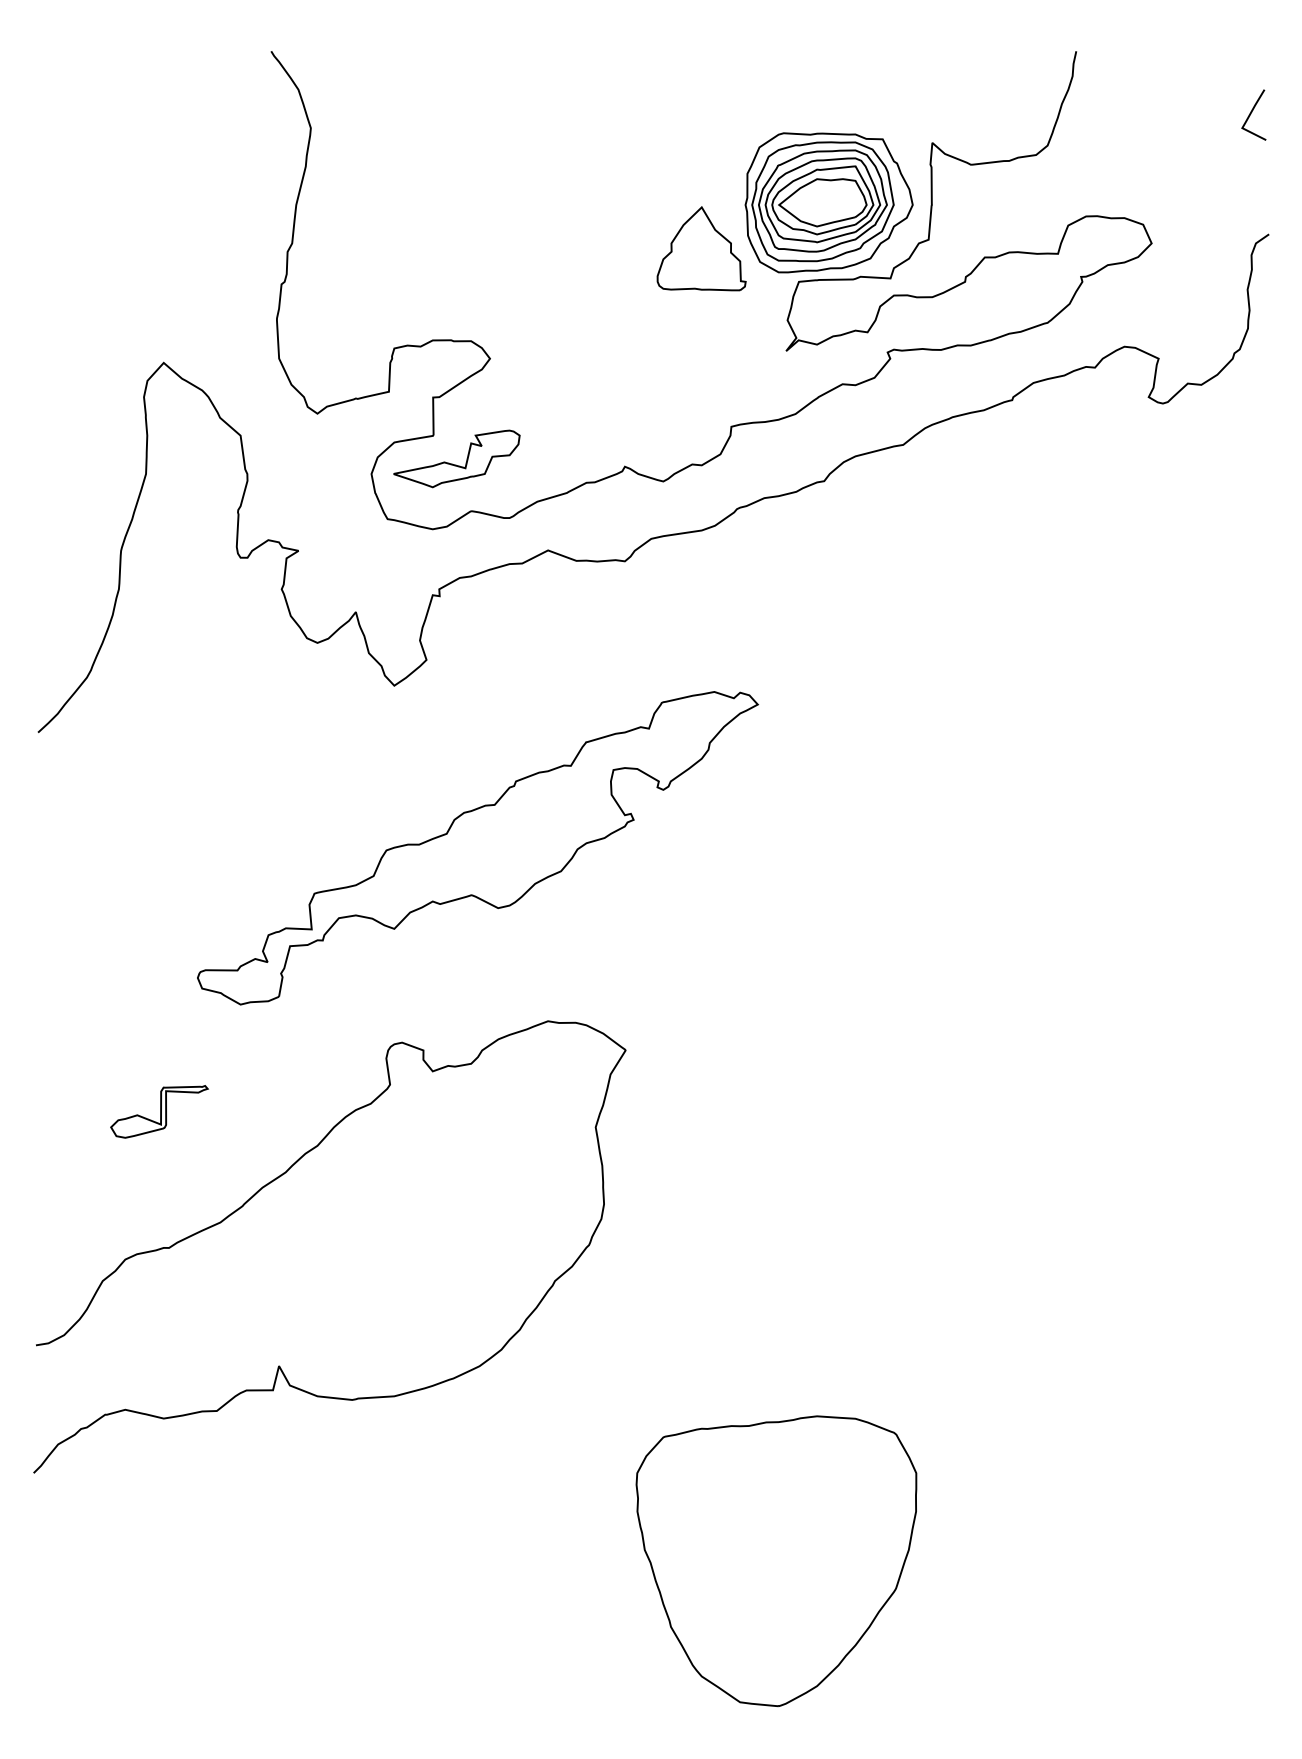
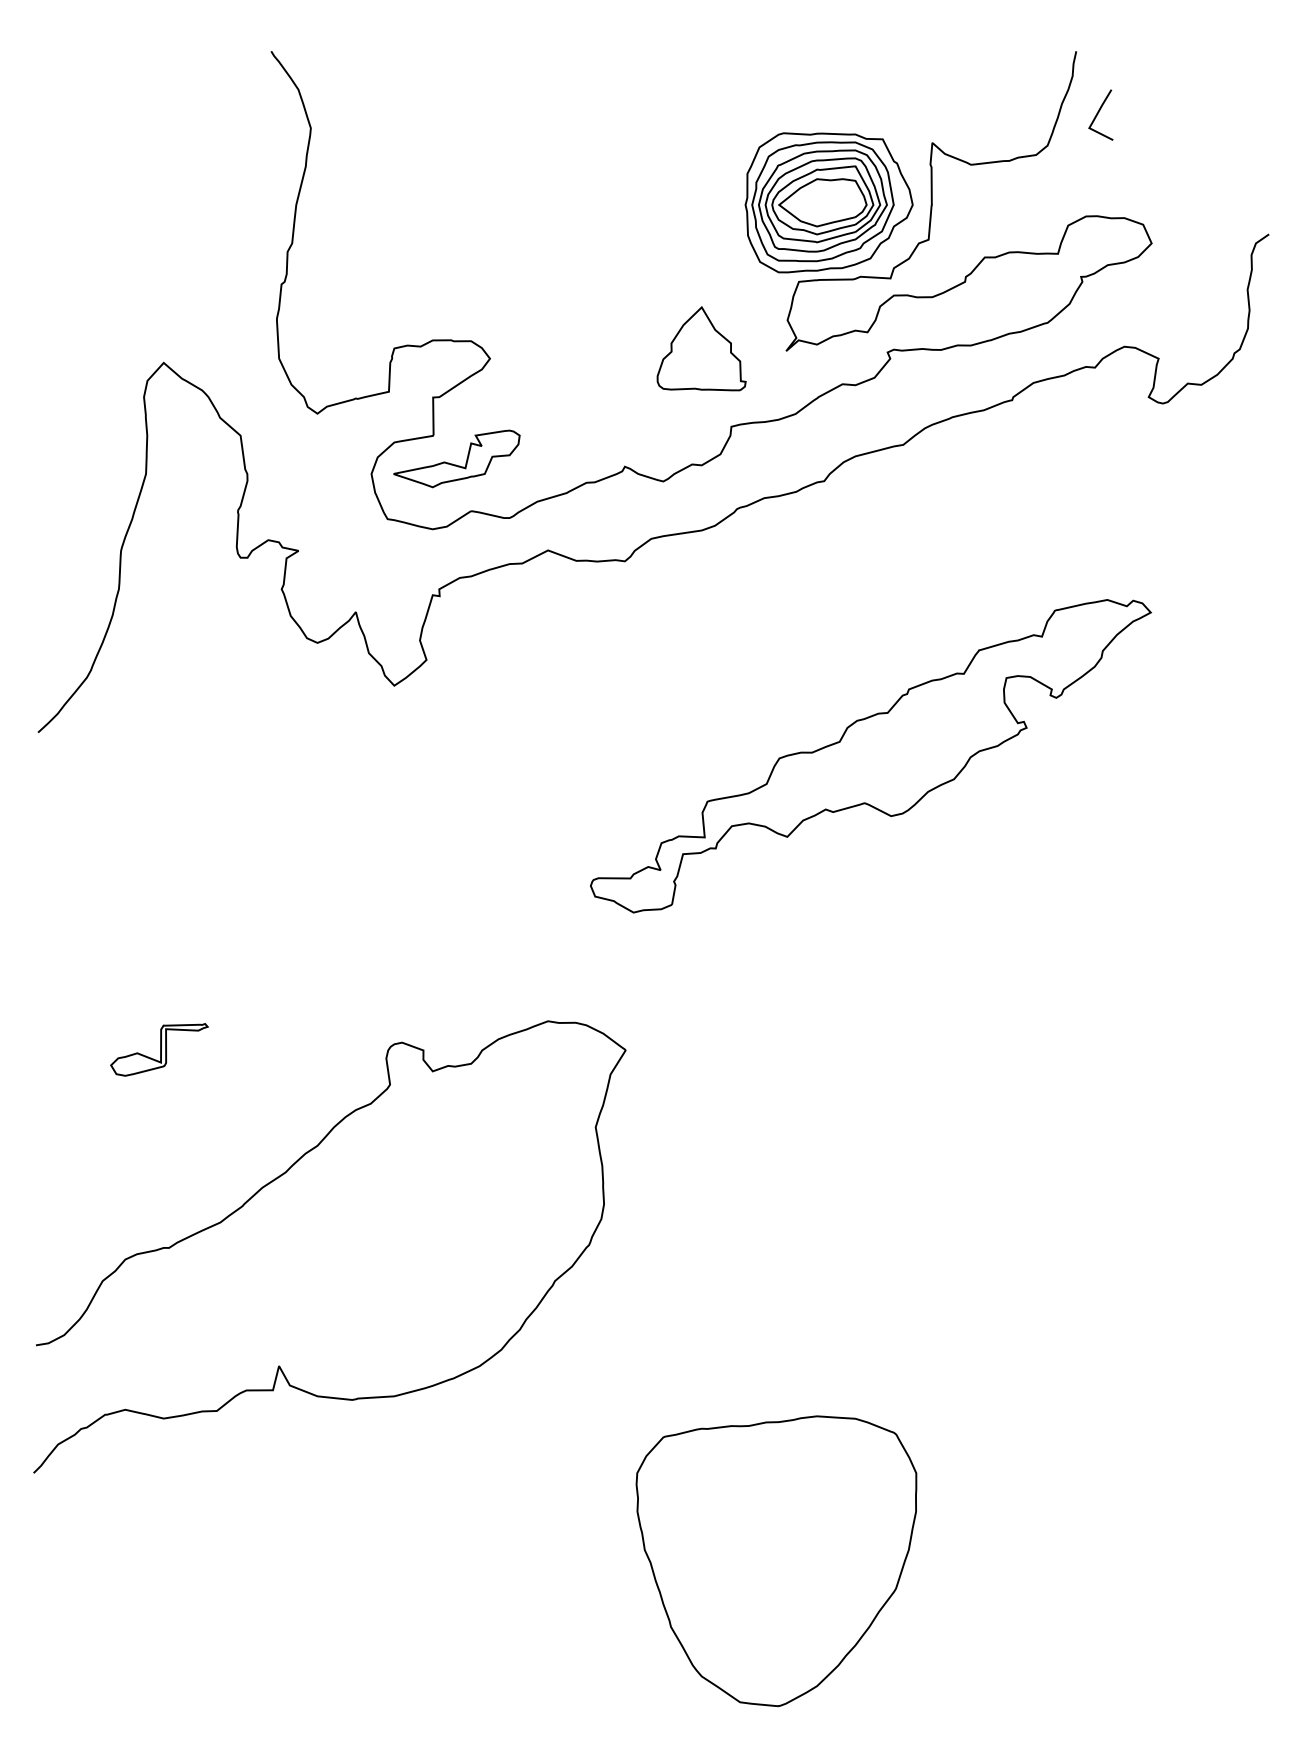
line at (1251, 114) position: (1251, 114) -> (1098, 114)
part at (701, 248) position: (701, 248) -> (701, 348)
part at (477, 848) position: (477, 848) -> (870, 756)
part at (159, 1111) position: (159, 1111) -> (159, 1049)
